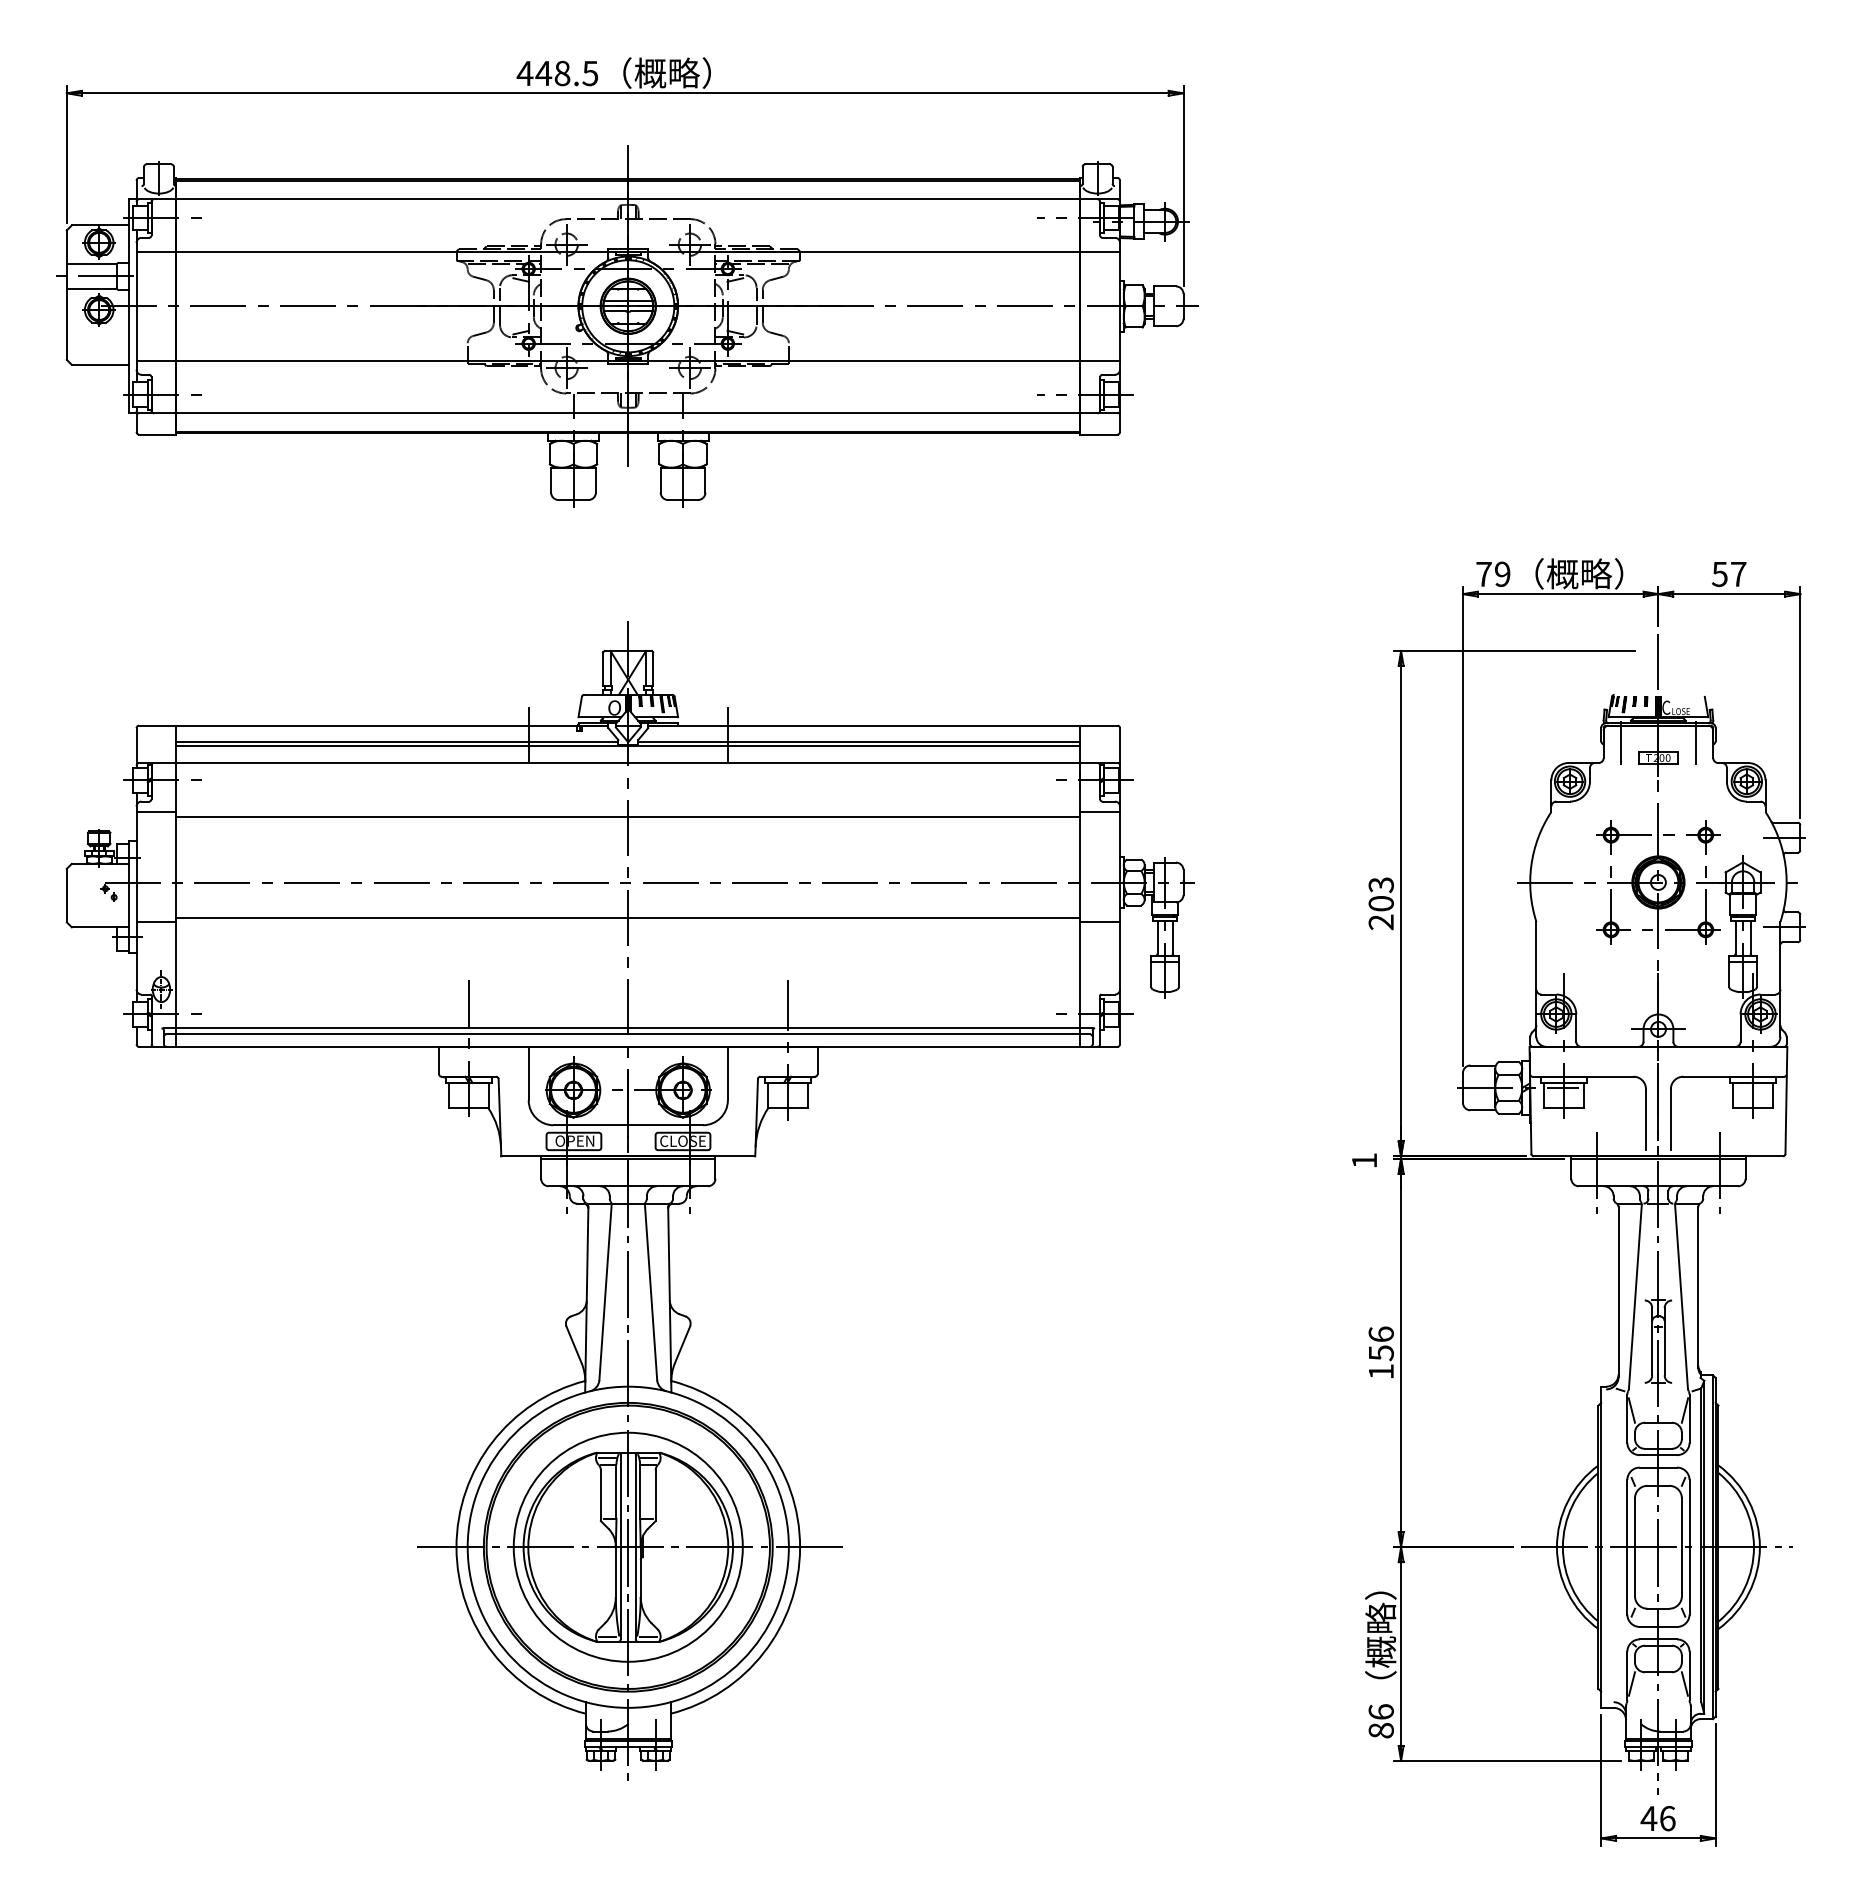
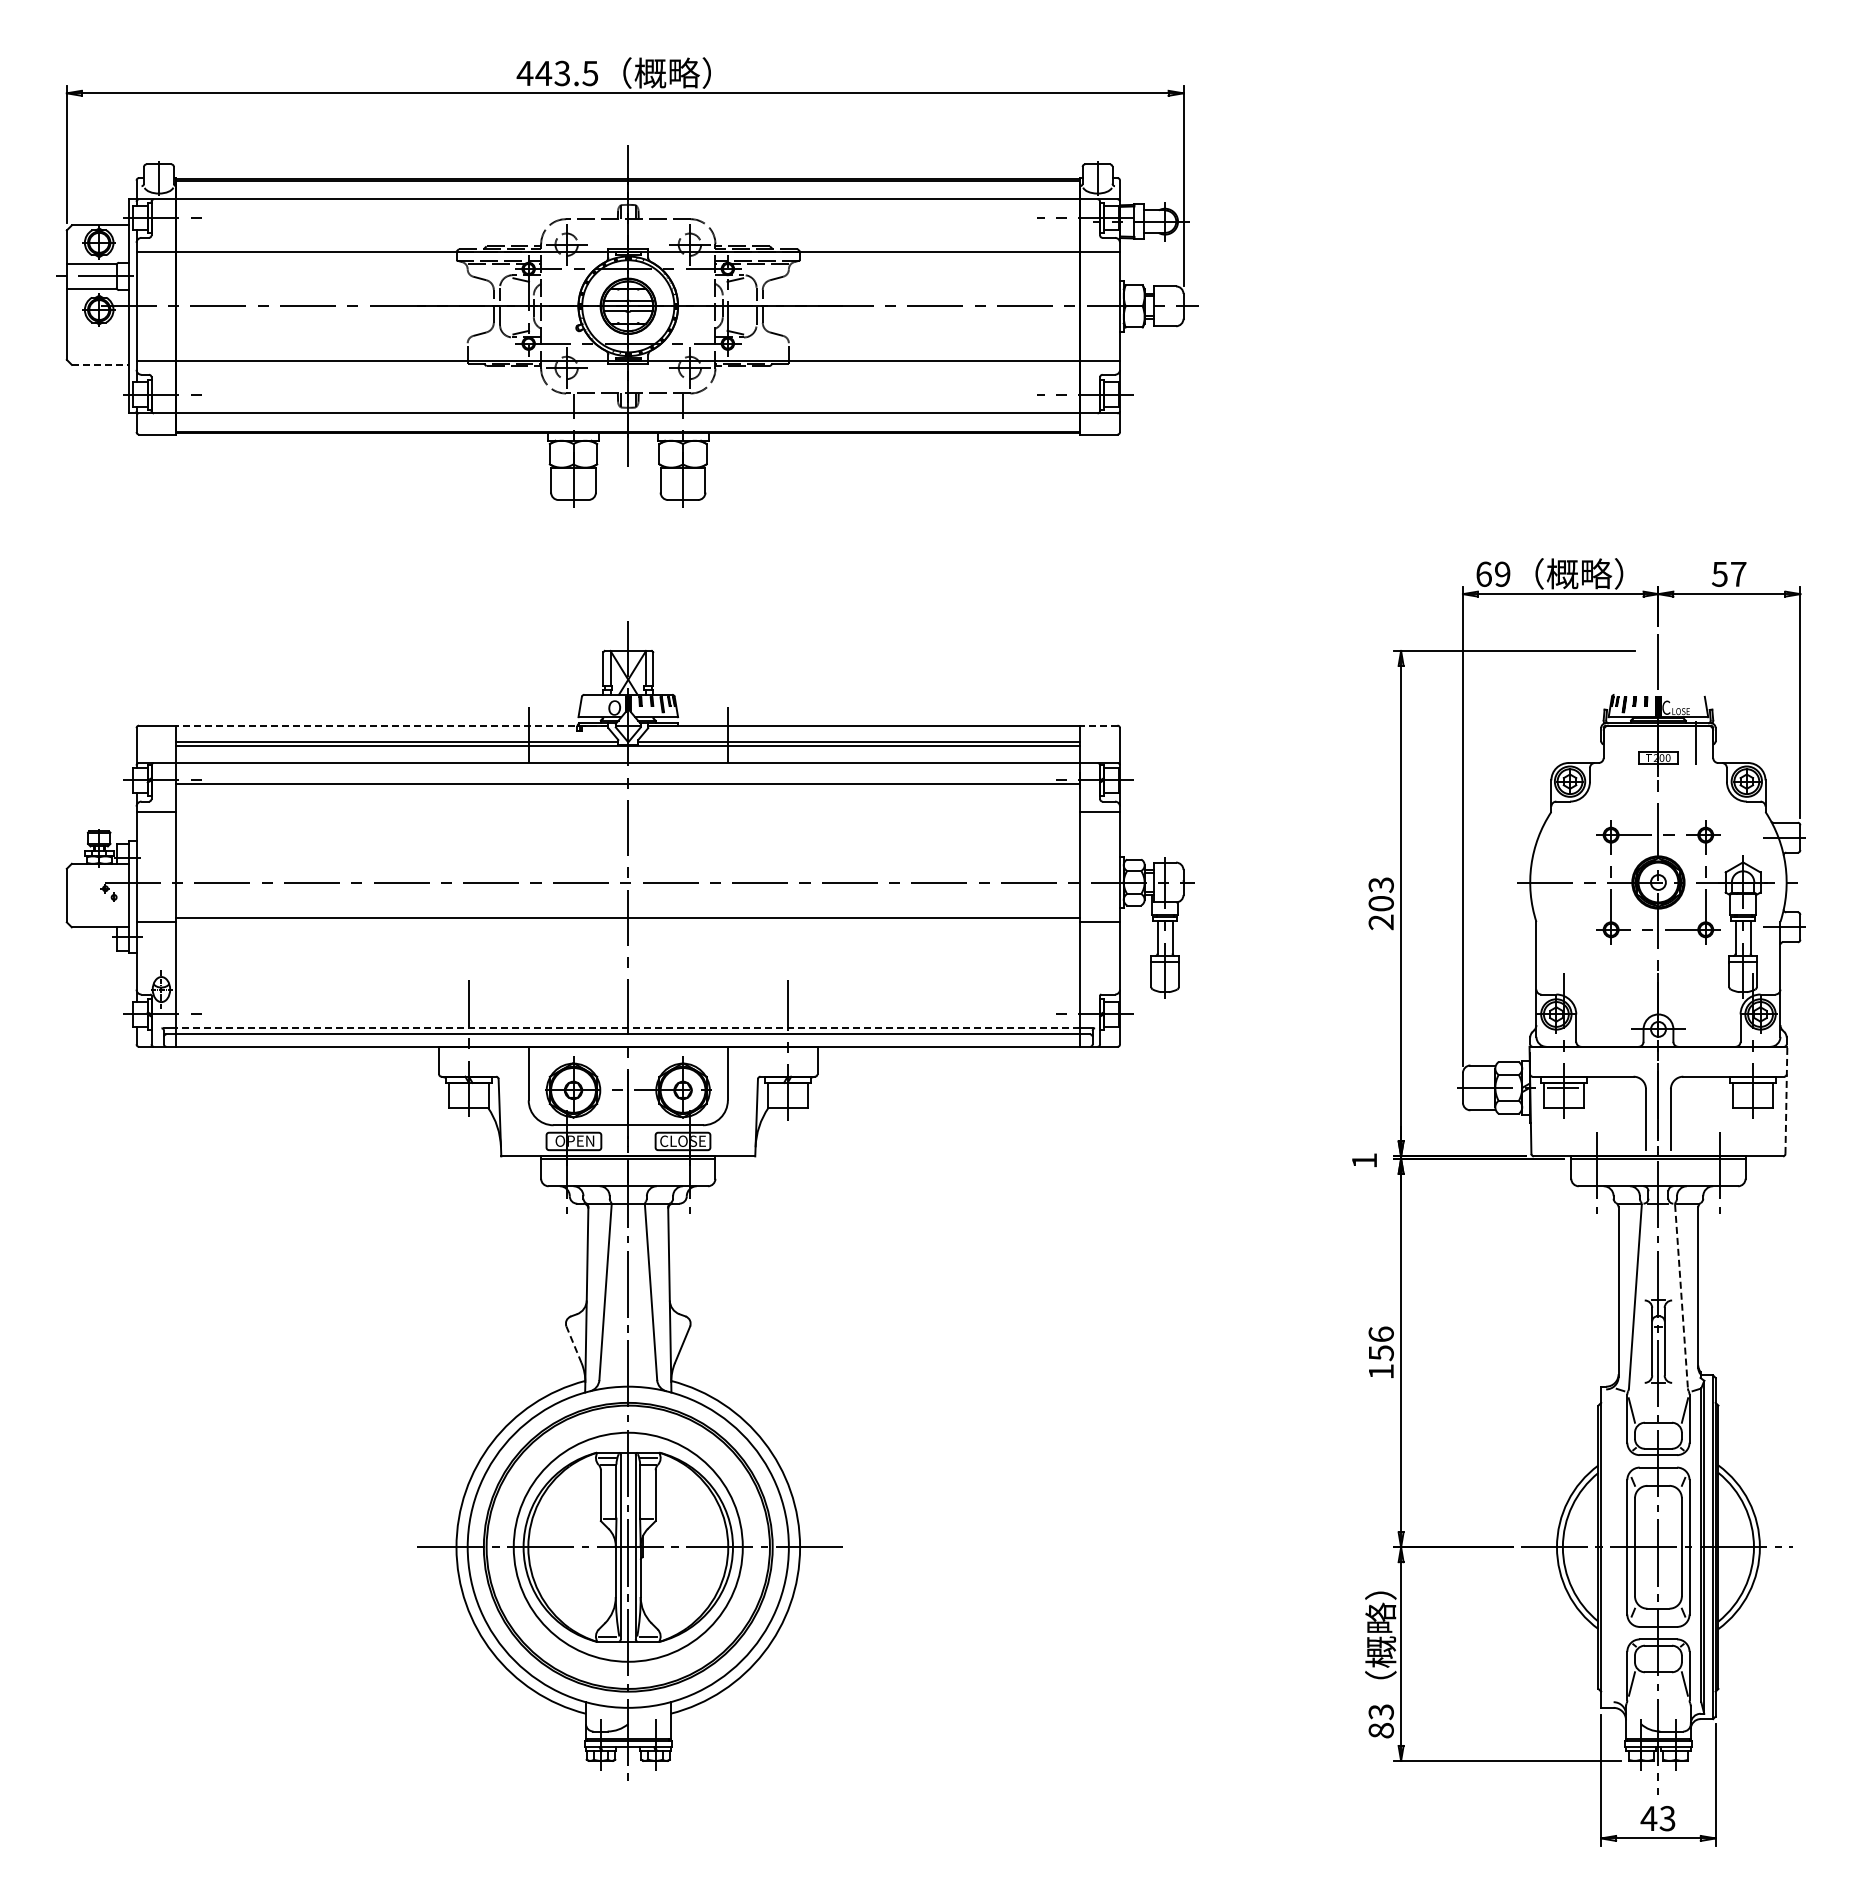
text at (562, 73): 448.5 -> 443.5
line at (100, 364): solid -> dashed
text at (1483, 573): 79 -> 69
line at (392, 725): solid -> dashed
line at (1098, 725): solid -> dashed
line at (1621, 742): present -> none
line at (628, 816) position: (628, 816) -> (628, 783)
line at (628, 1028): solid -> dashed
line at (1786, 1100): solid -> dashed
line at (1681, 1296): solid -> dashed
line at (574, 1344): solid -> dashed
text at (1380, 1712): 86 -> 83
text at (1667, 1818): 46 -> 43
